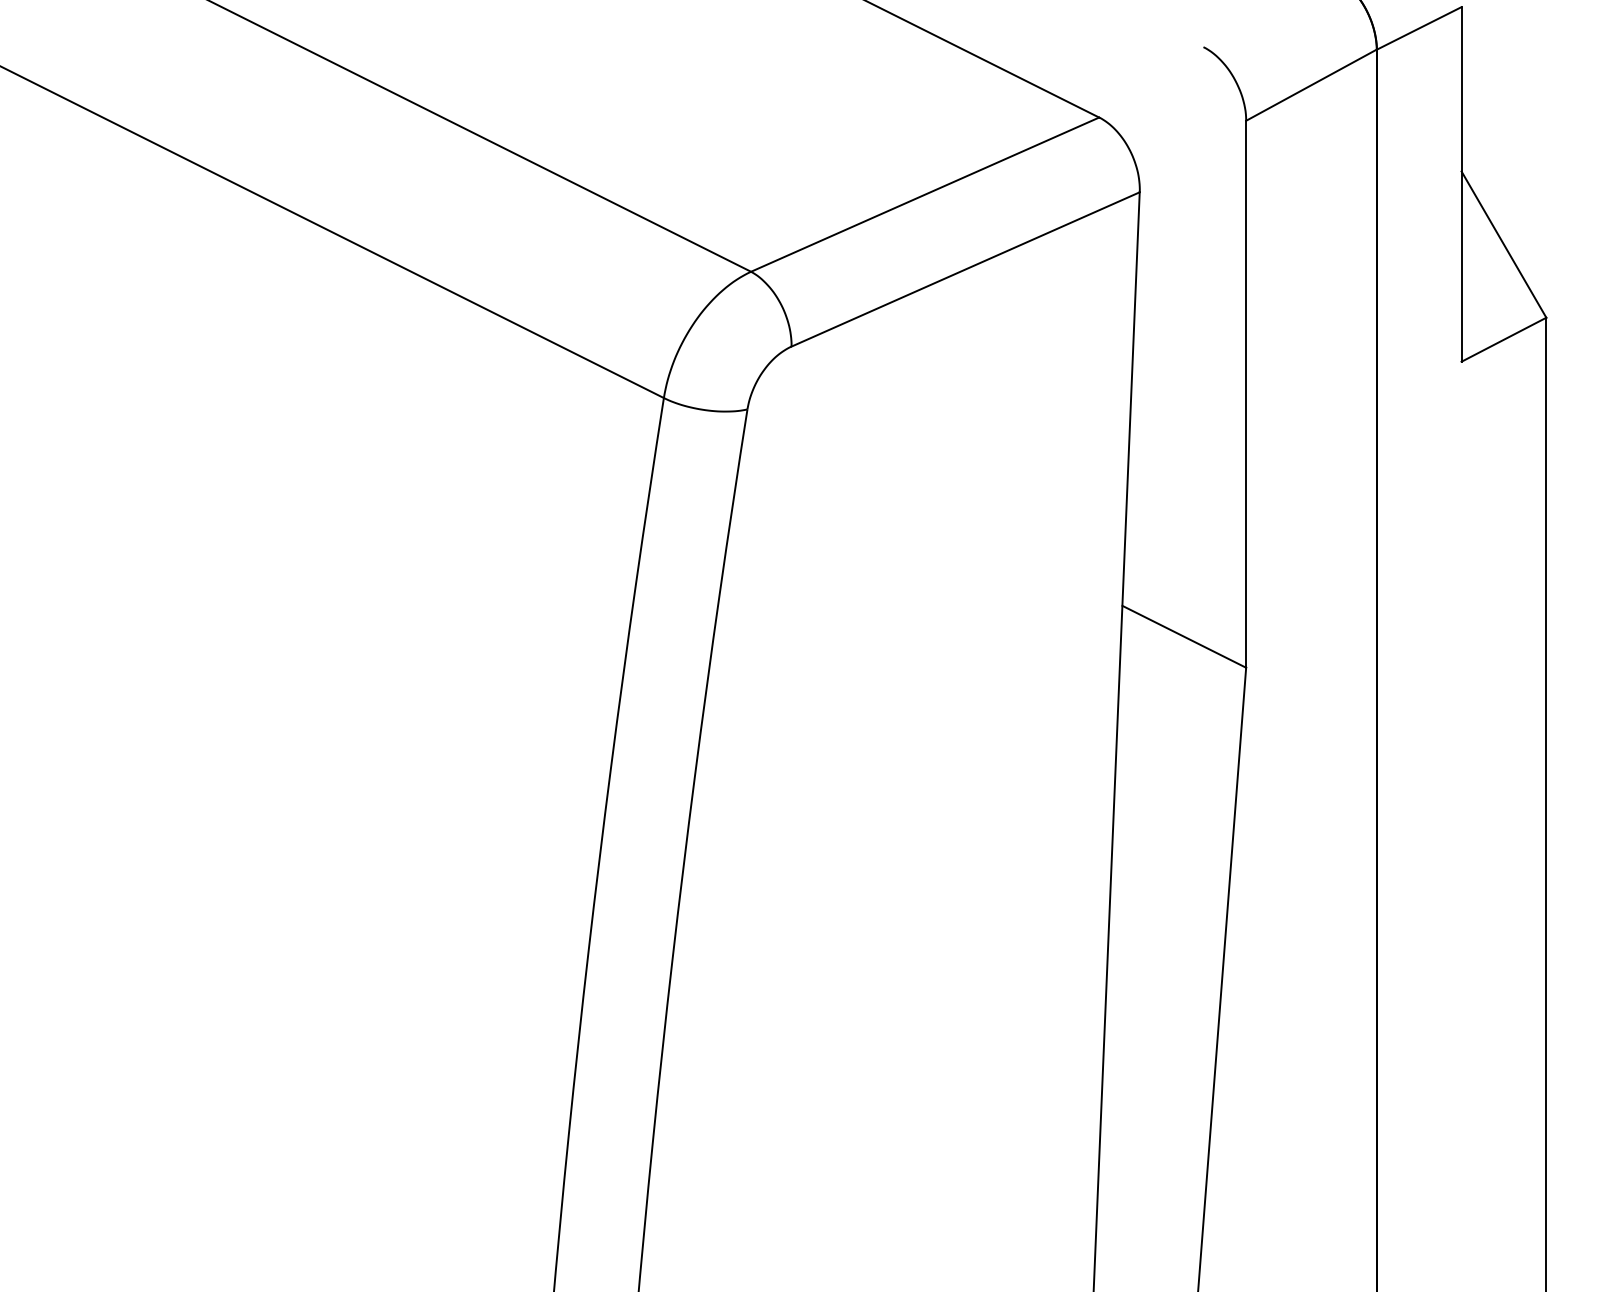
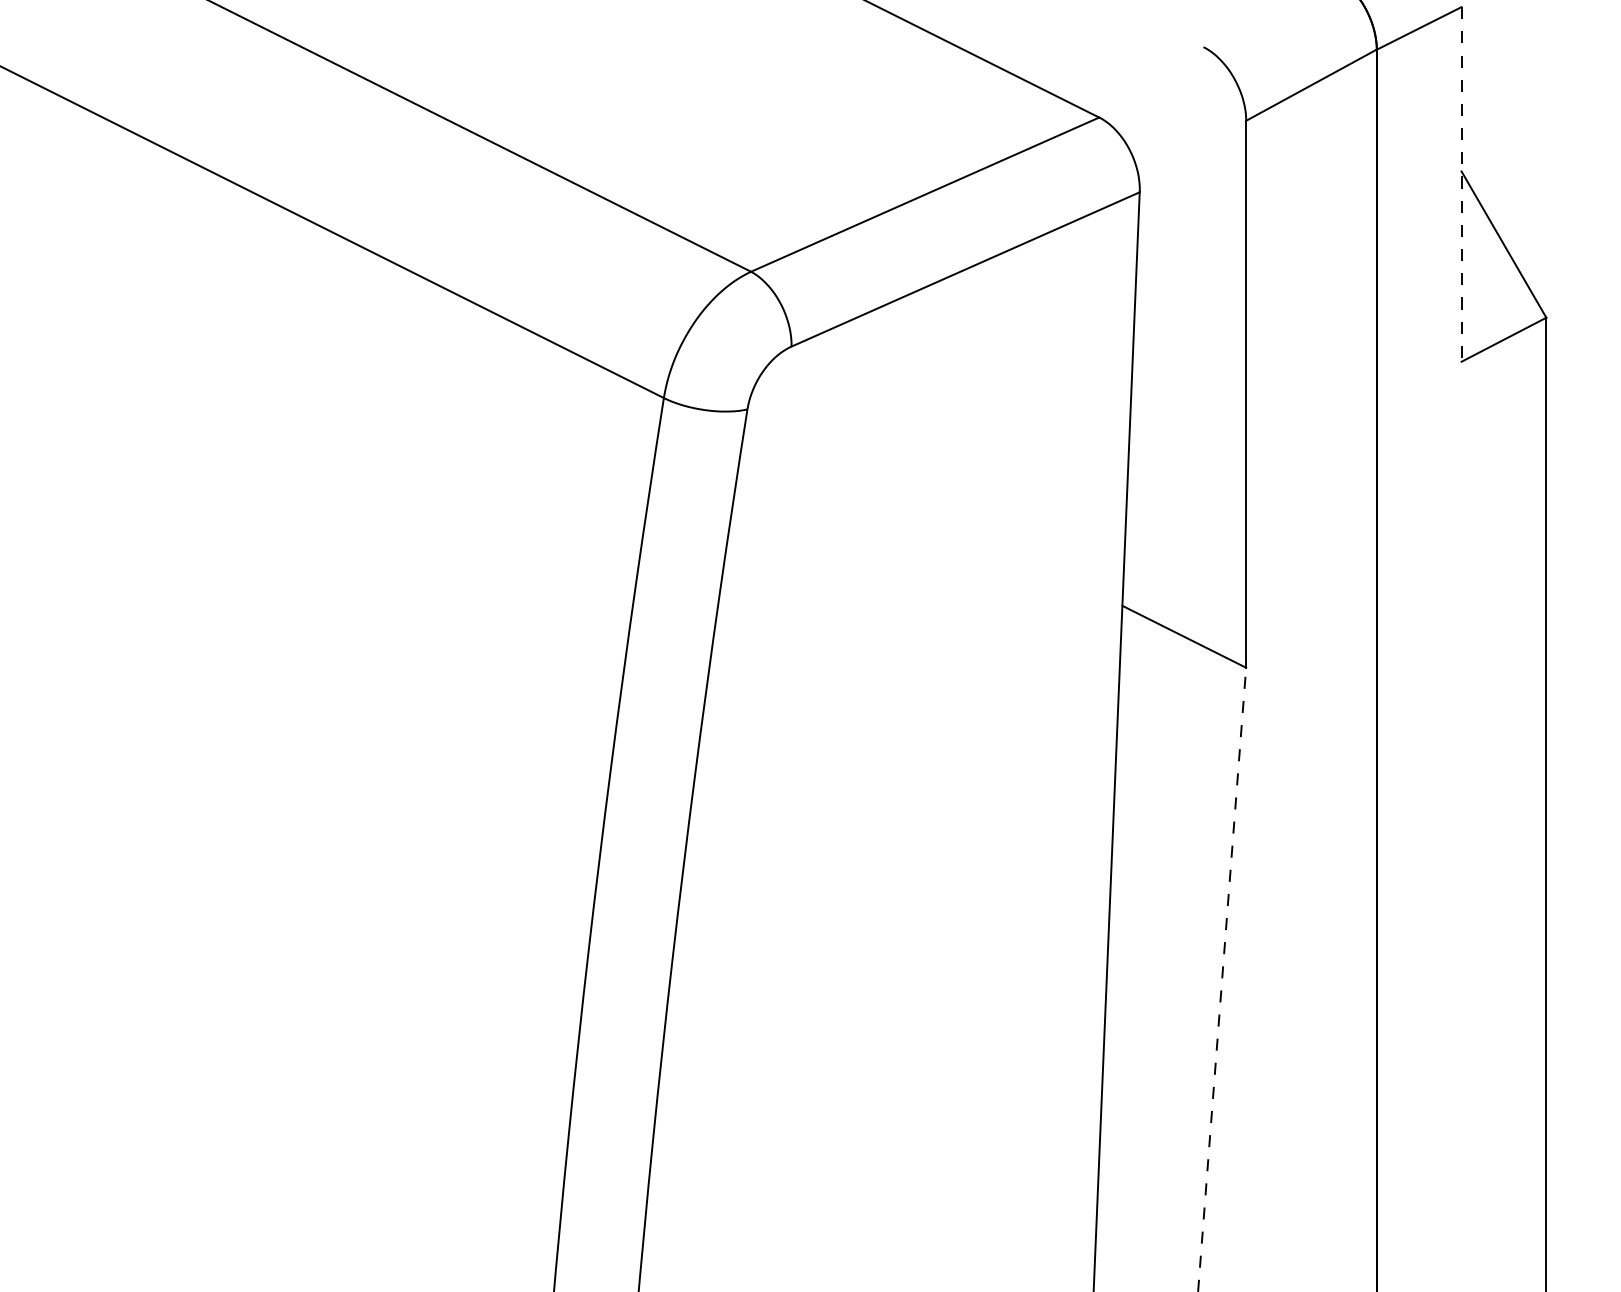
line at (1461, 184): solid -> dashed
line at (1222, 979): solid -> dashed
